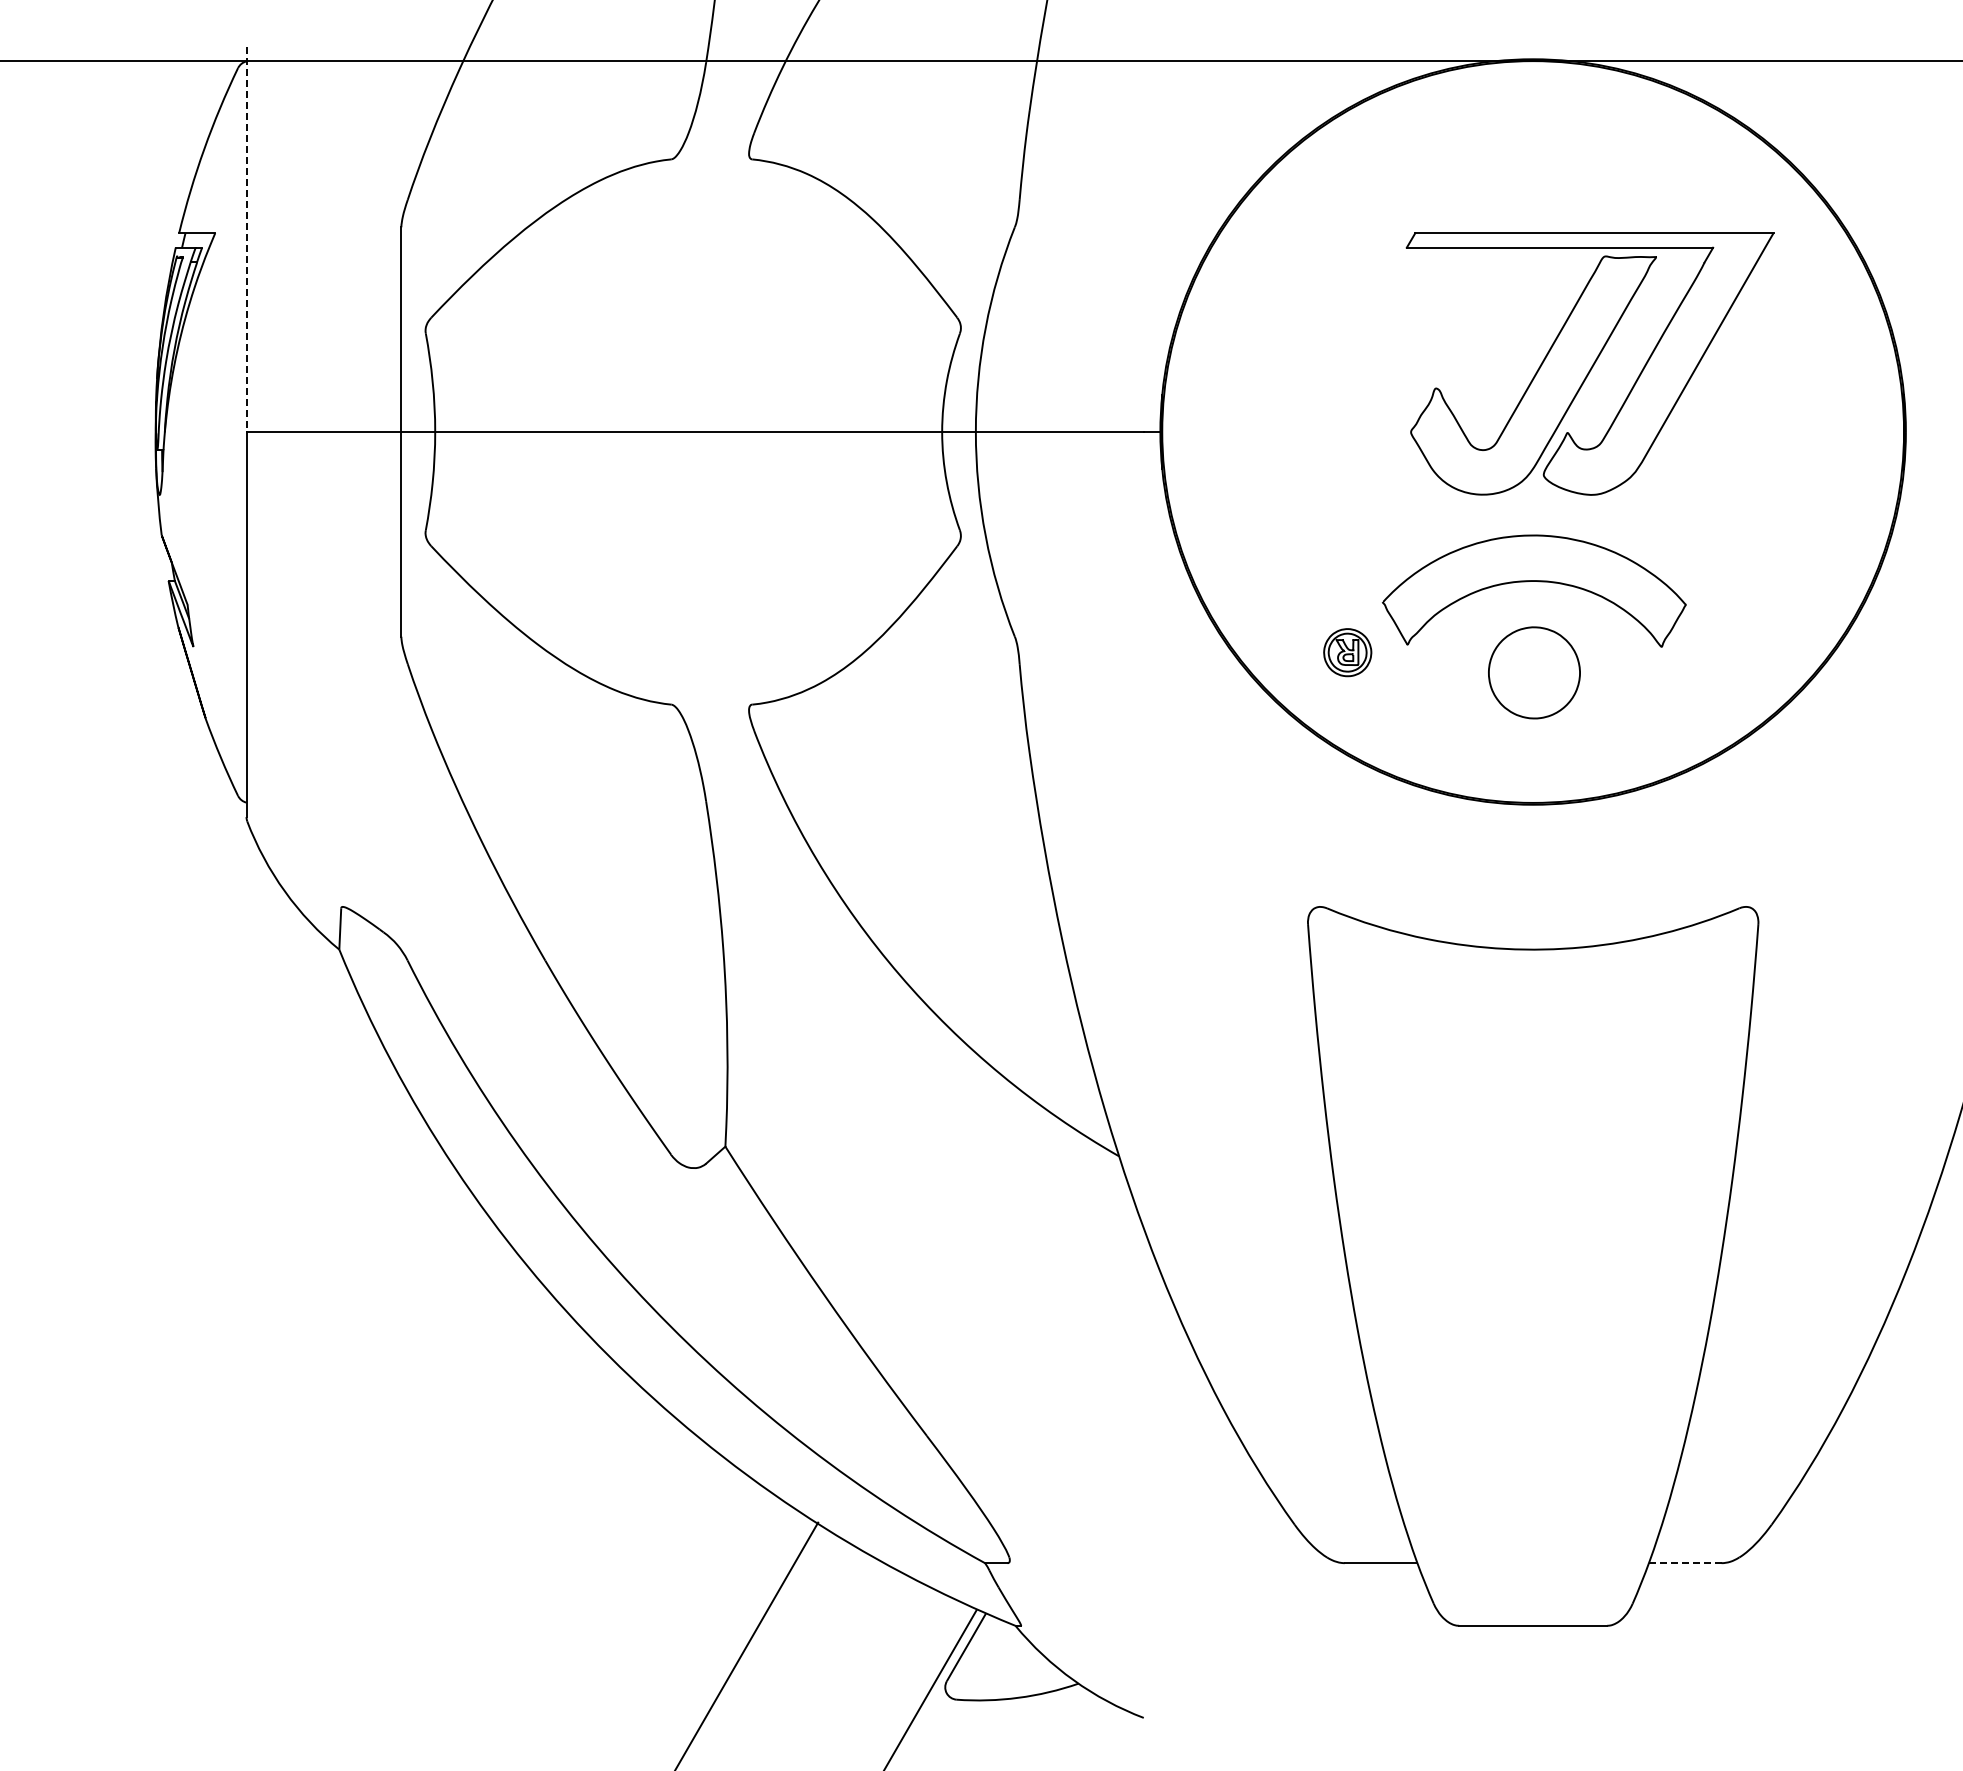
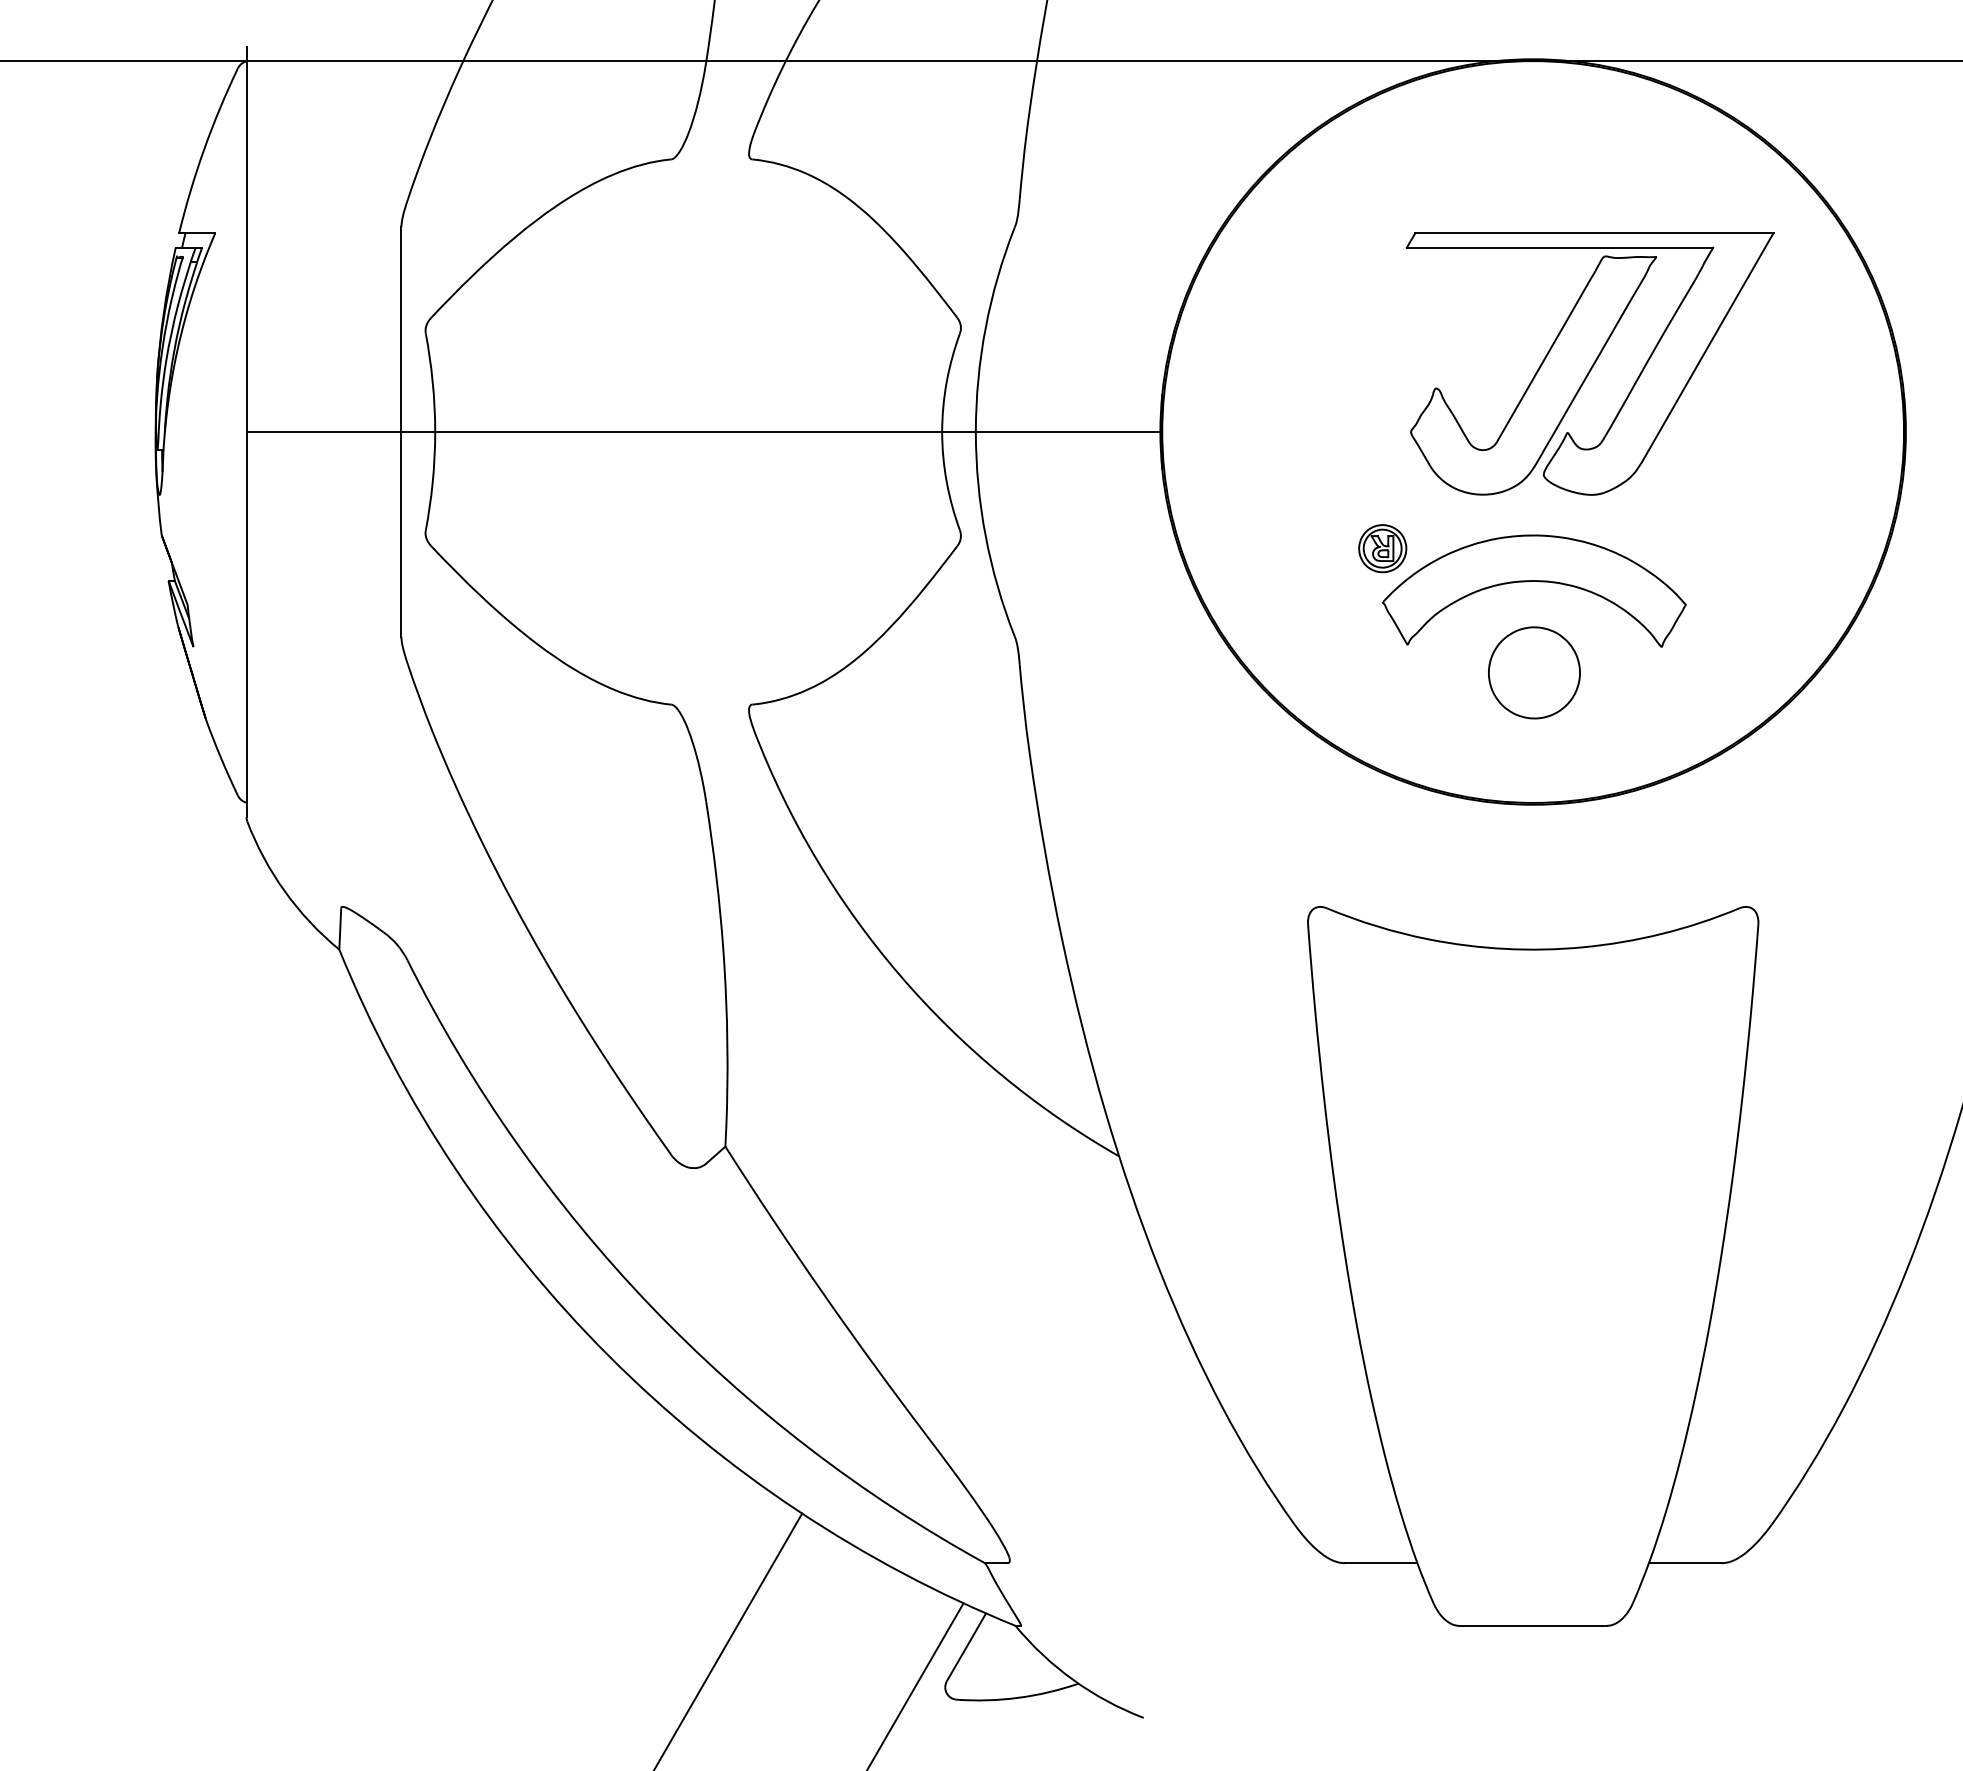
line at (246, 239): dashed -> solid
part at (1347, 652) position: (1347, 652) -> (1382, 548)
line at (1684, 1563): dashed -> solid
line at (747, 1644) position: (747, 1644) -> (728, 1640)
line at (931, 1688) position: (931, 1688) -> (915, 1685)
